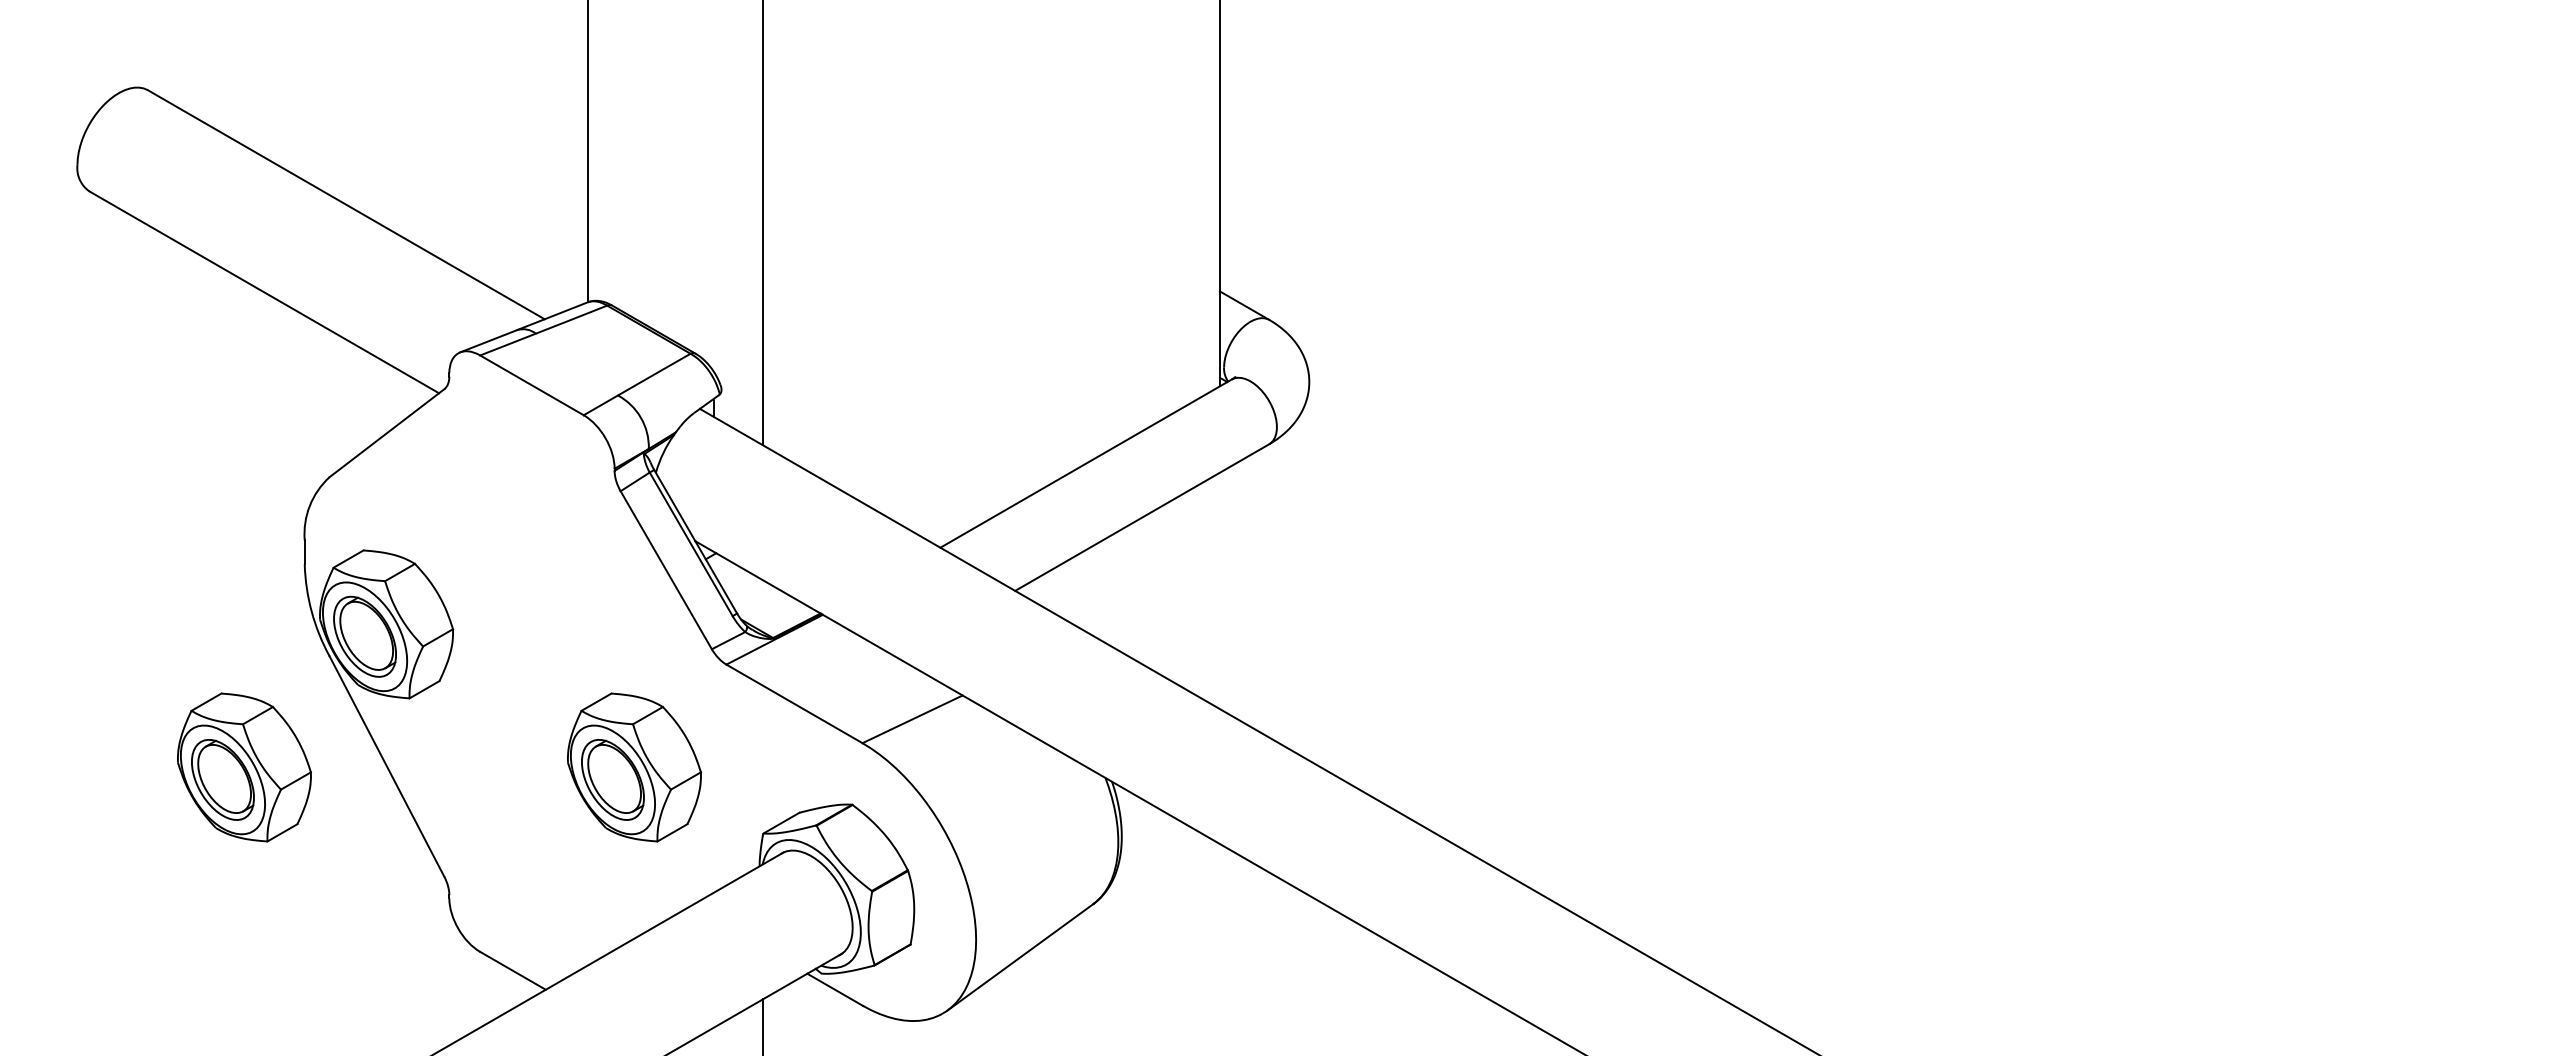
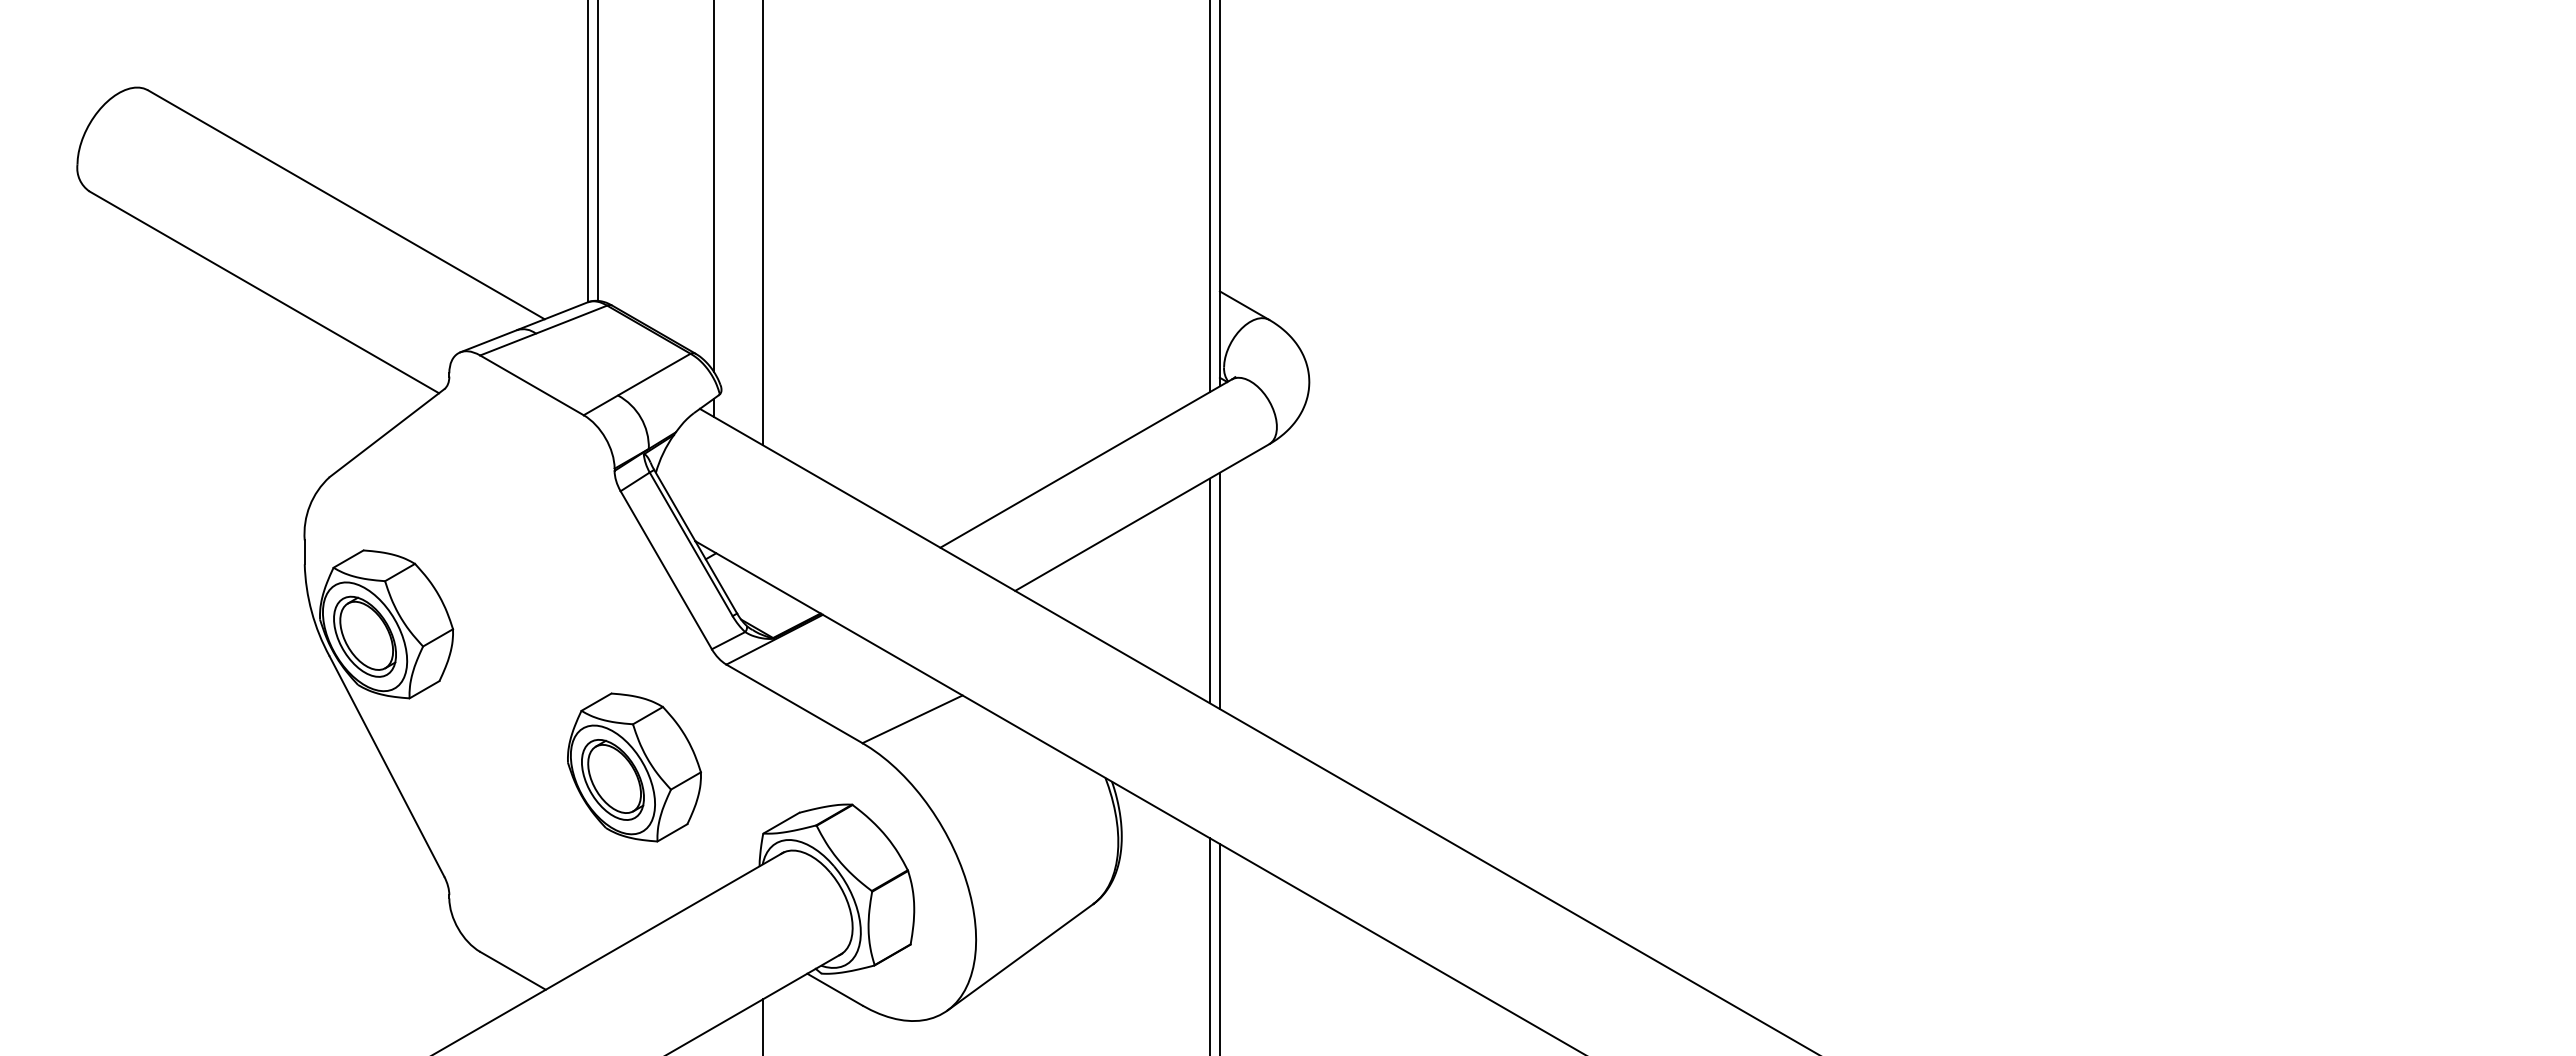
line at (598, 151): none -> present
line at (713, 186): none -> present
line at (1209, 197): none -> present
line at (1209, 590): none -> present
line at (1219, 590): none -> present
part at (244, 767): present -> none
line at (1209, 945): none -> present
line at (1219, 948): none -> present
